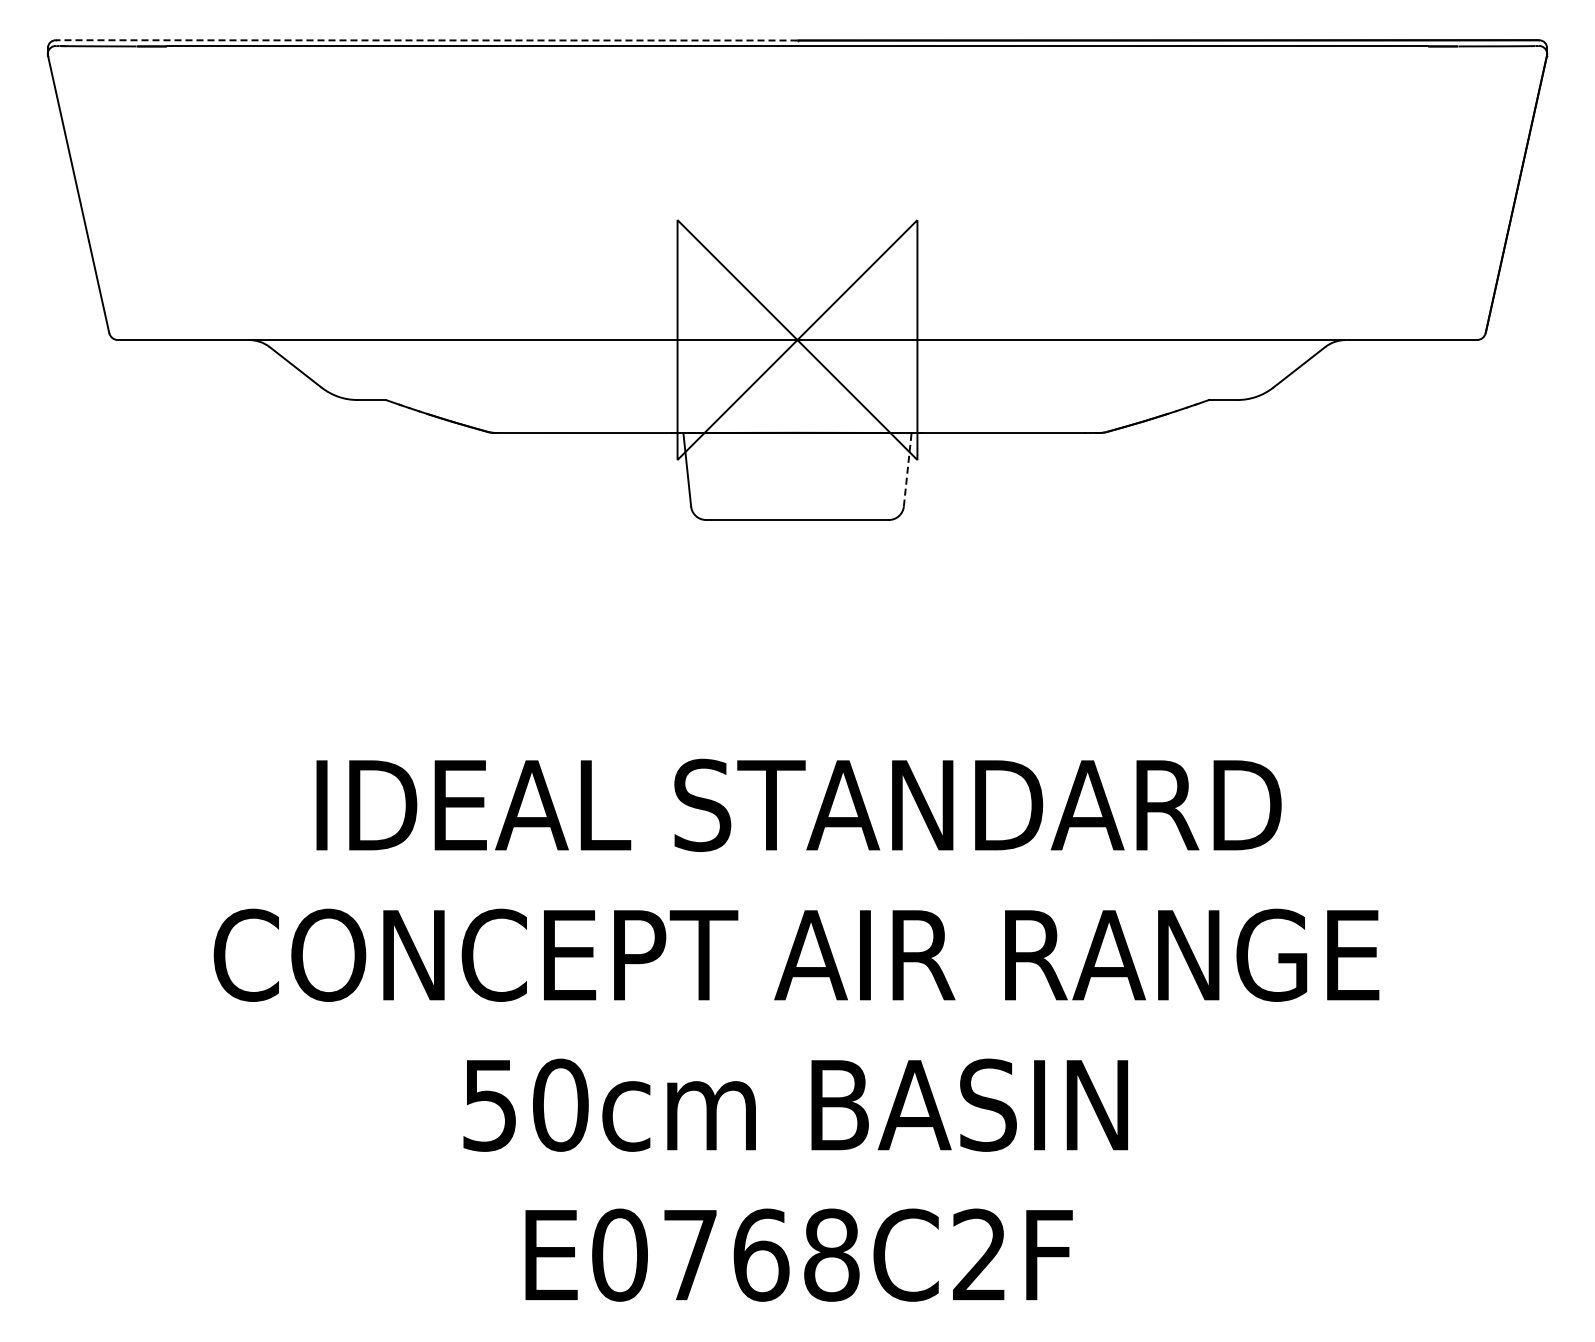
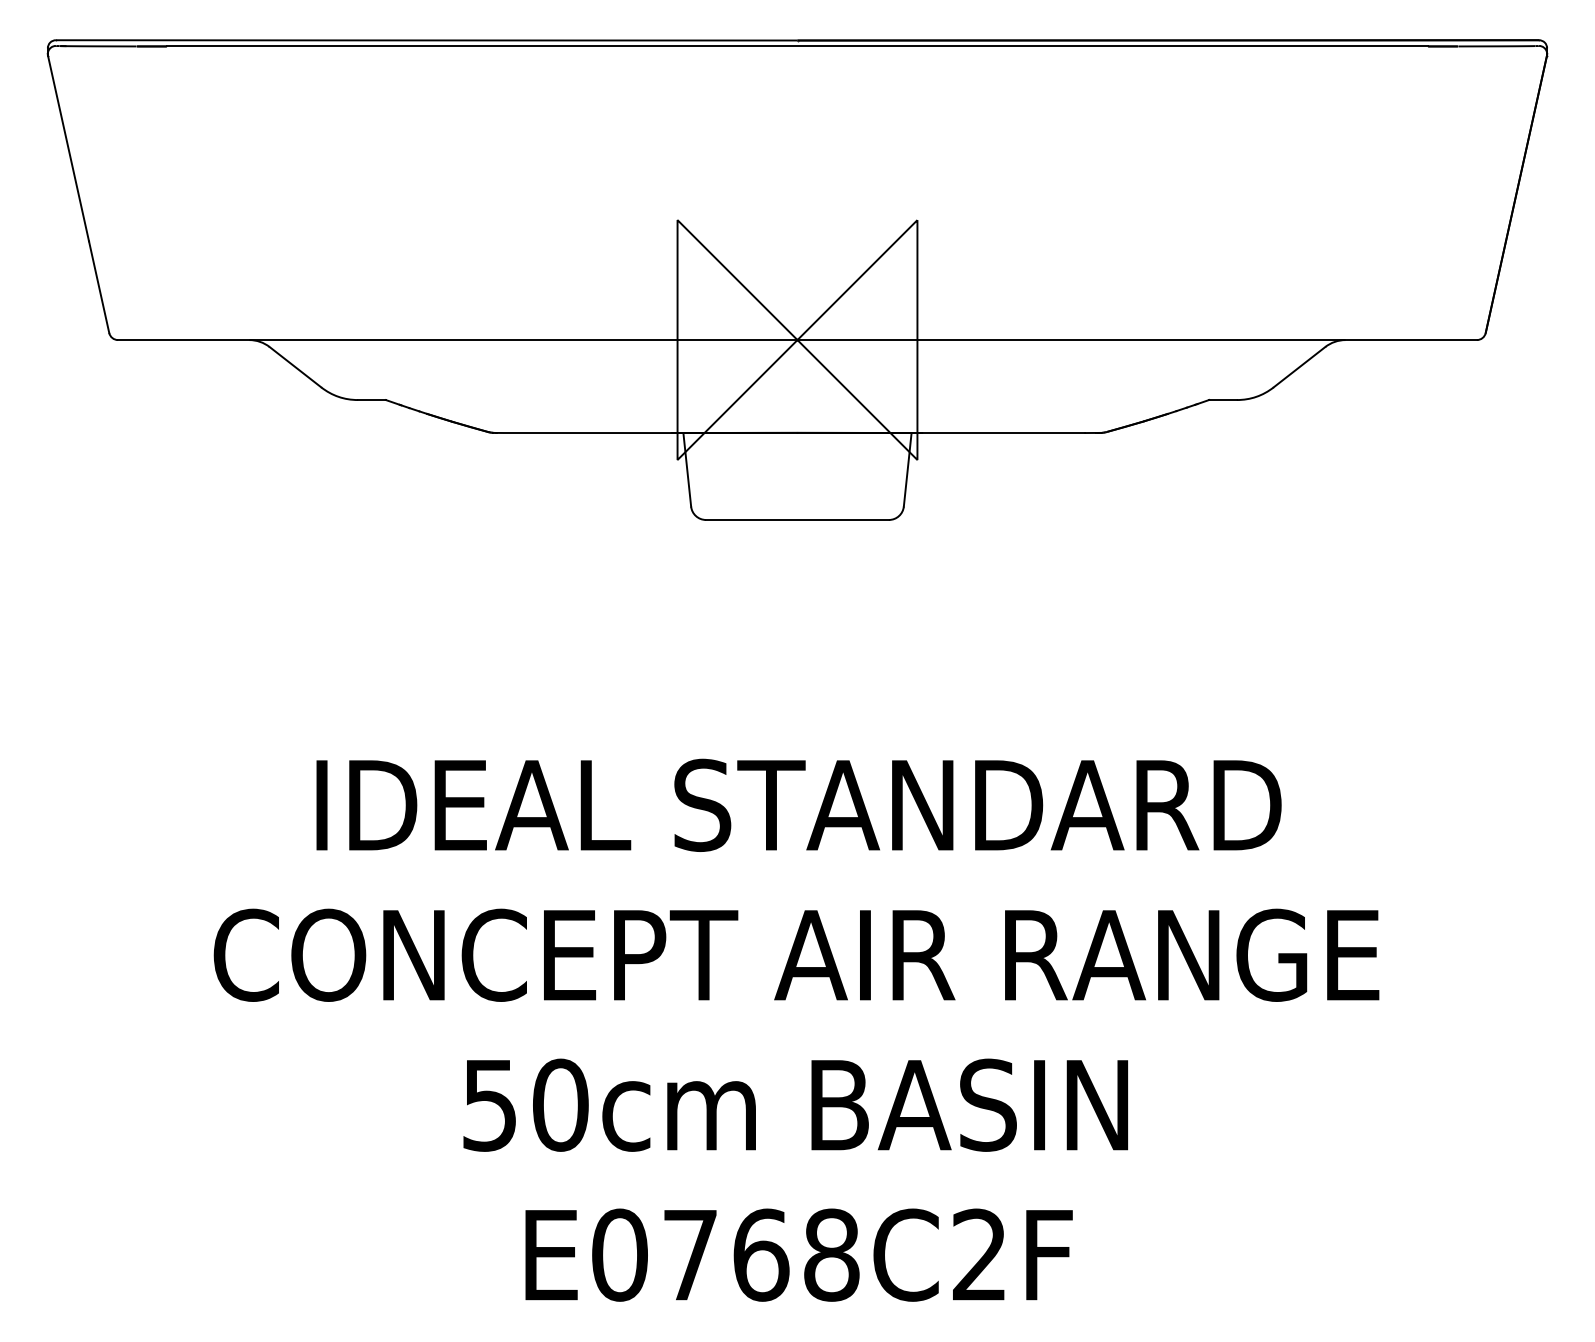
line at (426, 40): dashed -> solid
line at (907, 469): dashed -> solid
